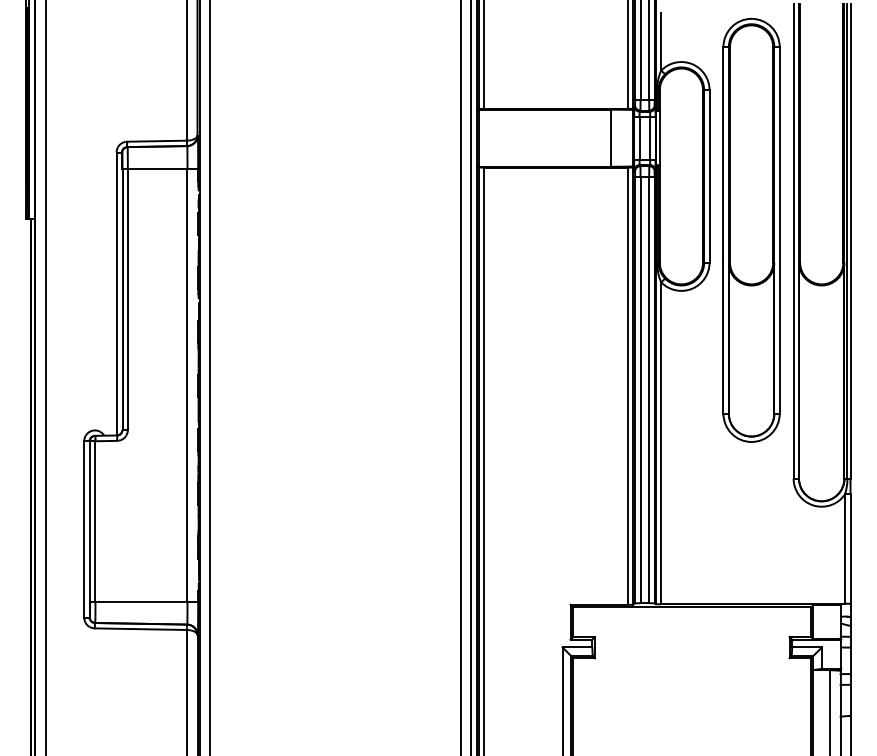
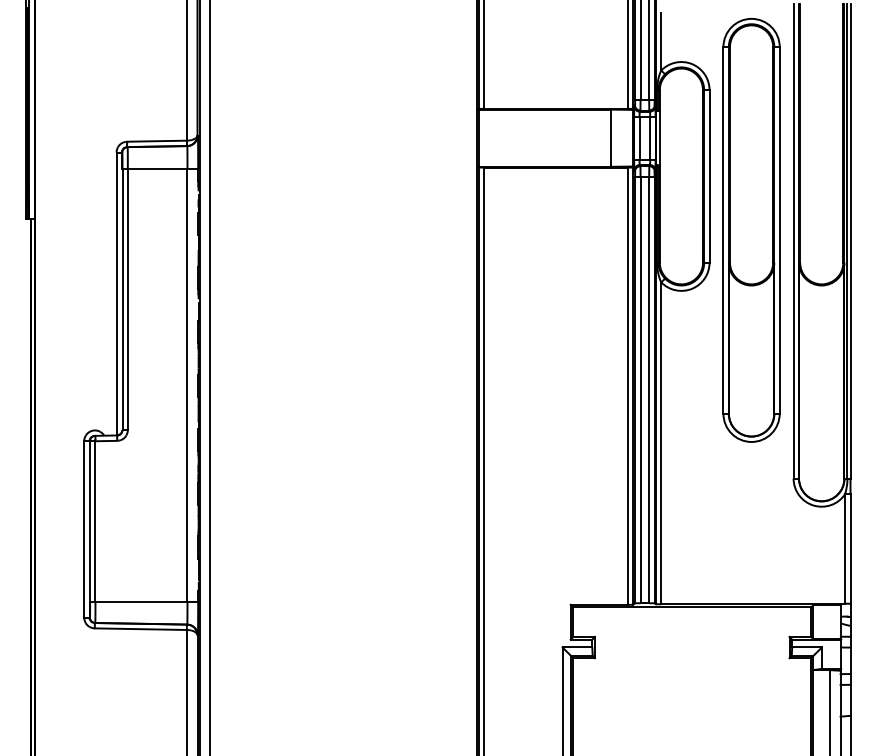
line at (46, 377): present -> none
line at (461, 377): present -> none
line at (471, 377): present -> none
